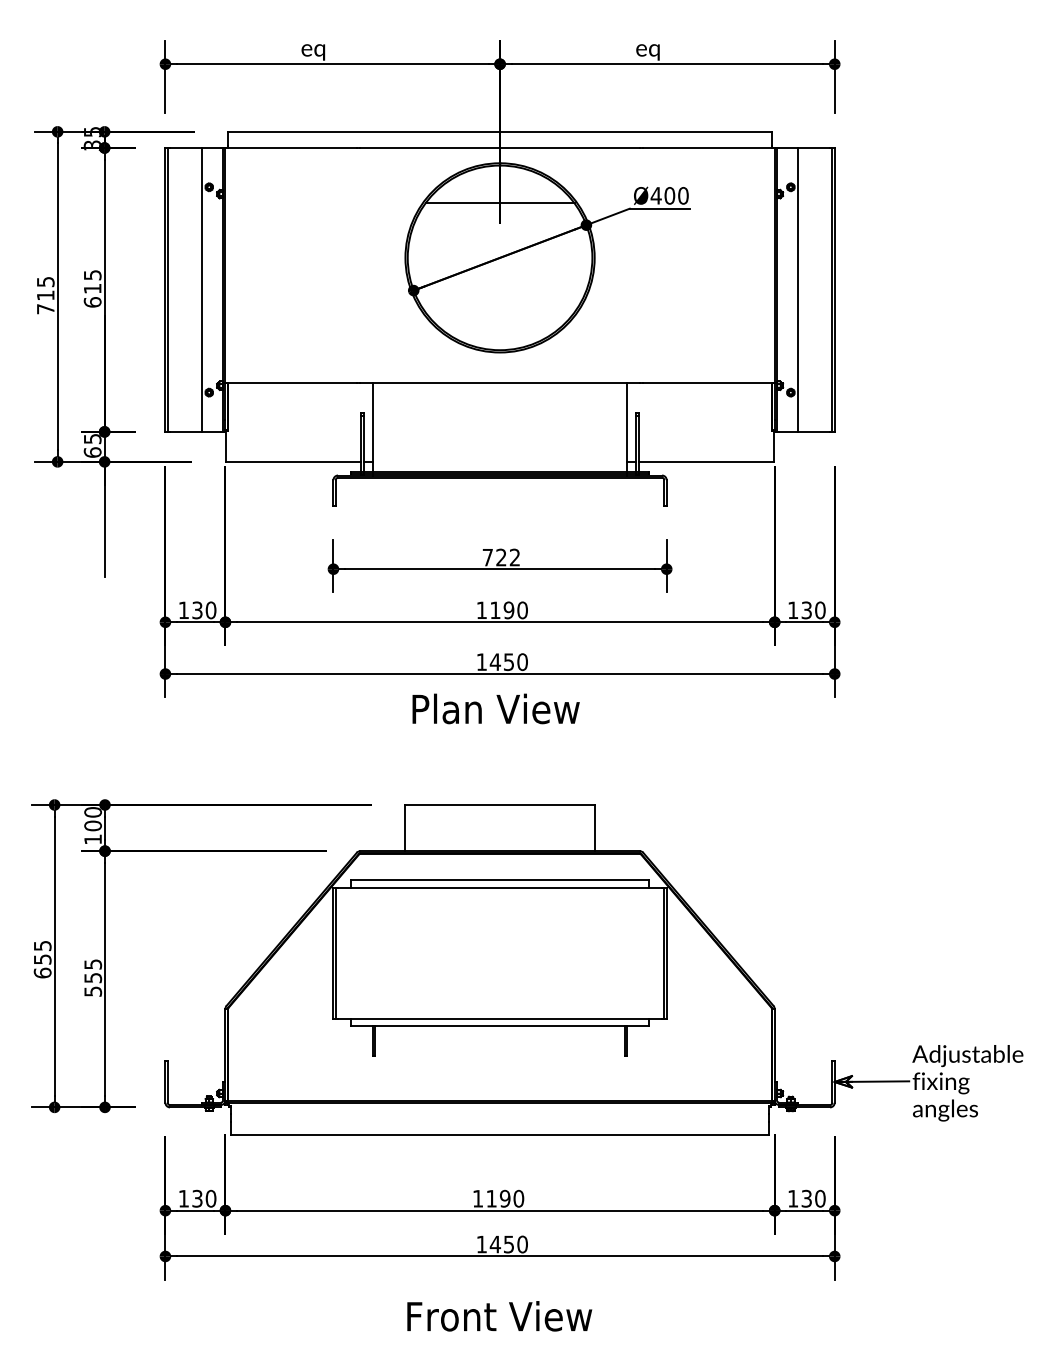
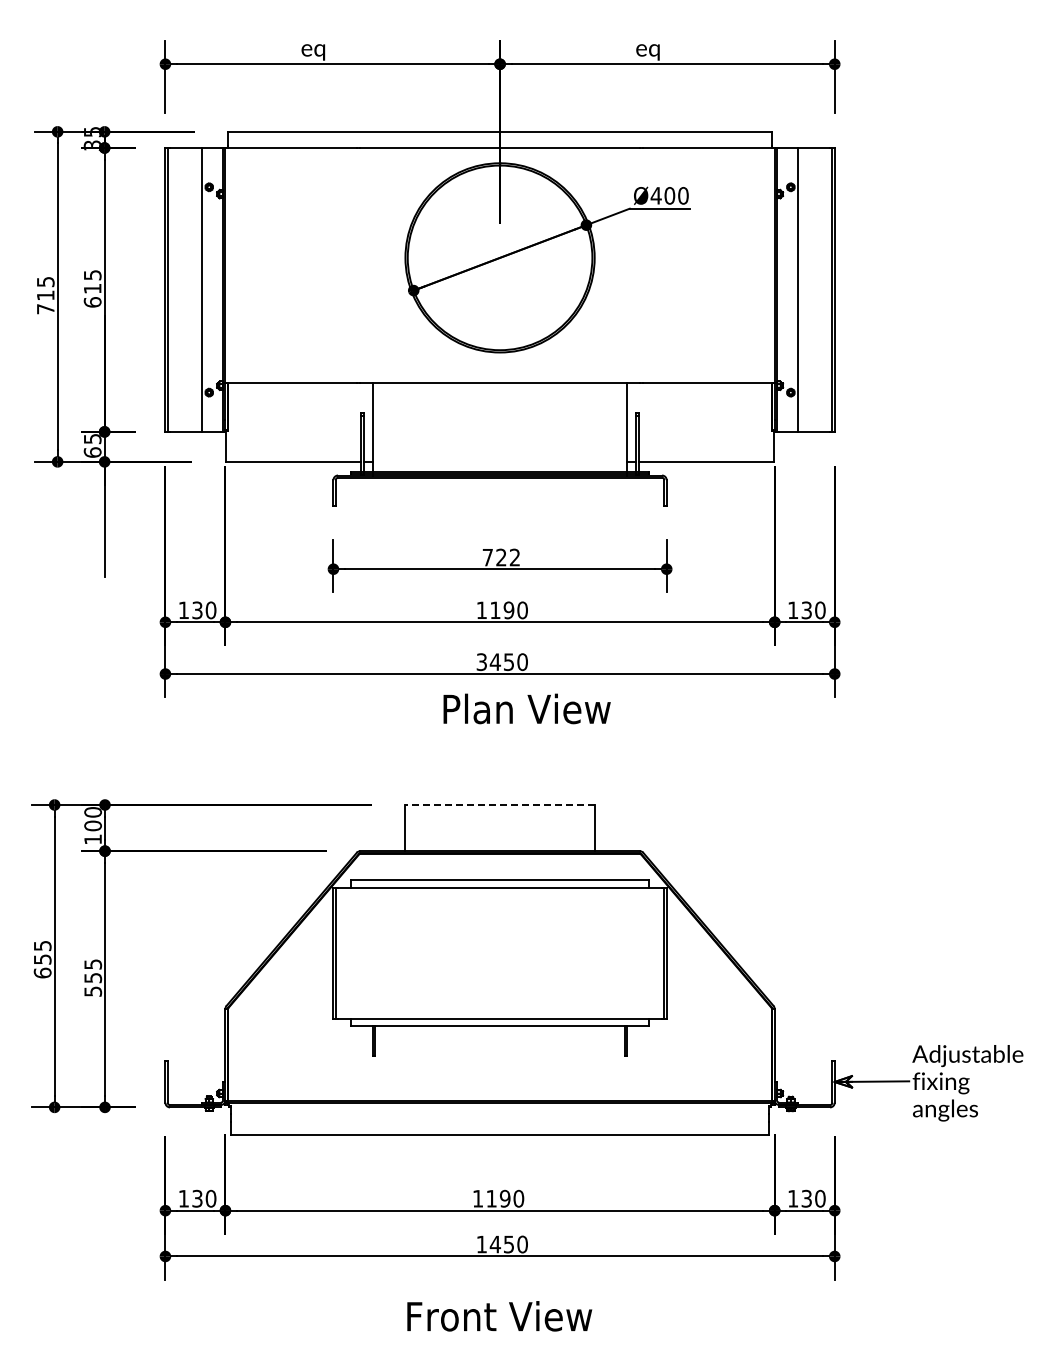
line at (499, 203): present -> none
text at (481, 662): 1450 -> 3450
text at (495, 708) position: (495, 708) -> (526, 708)
line at (500, 805): solid -> dashed
